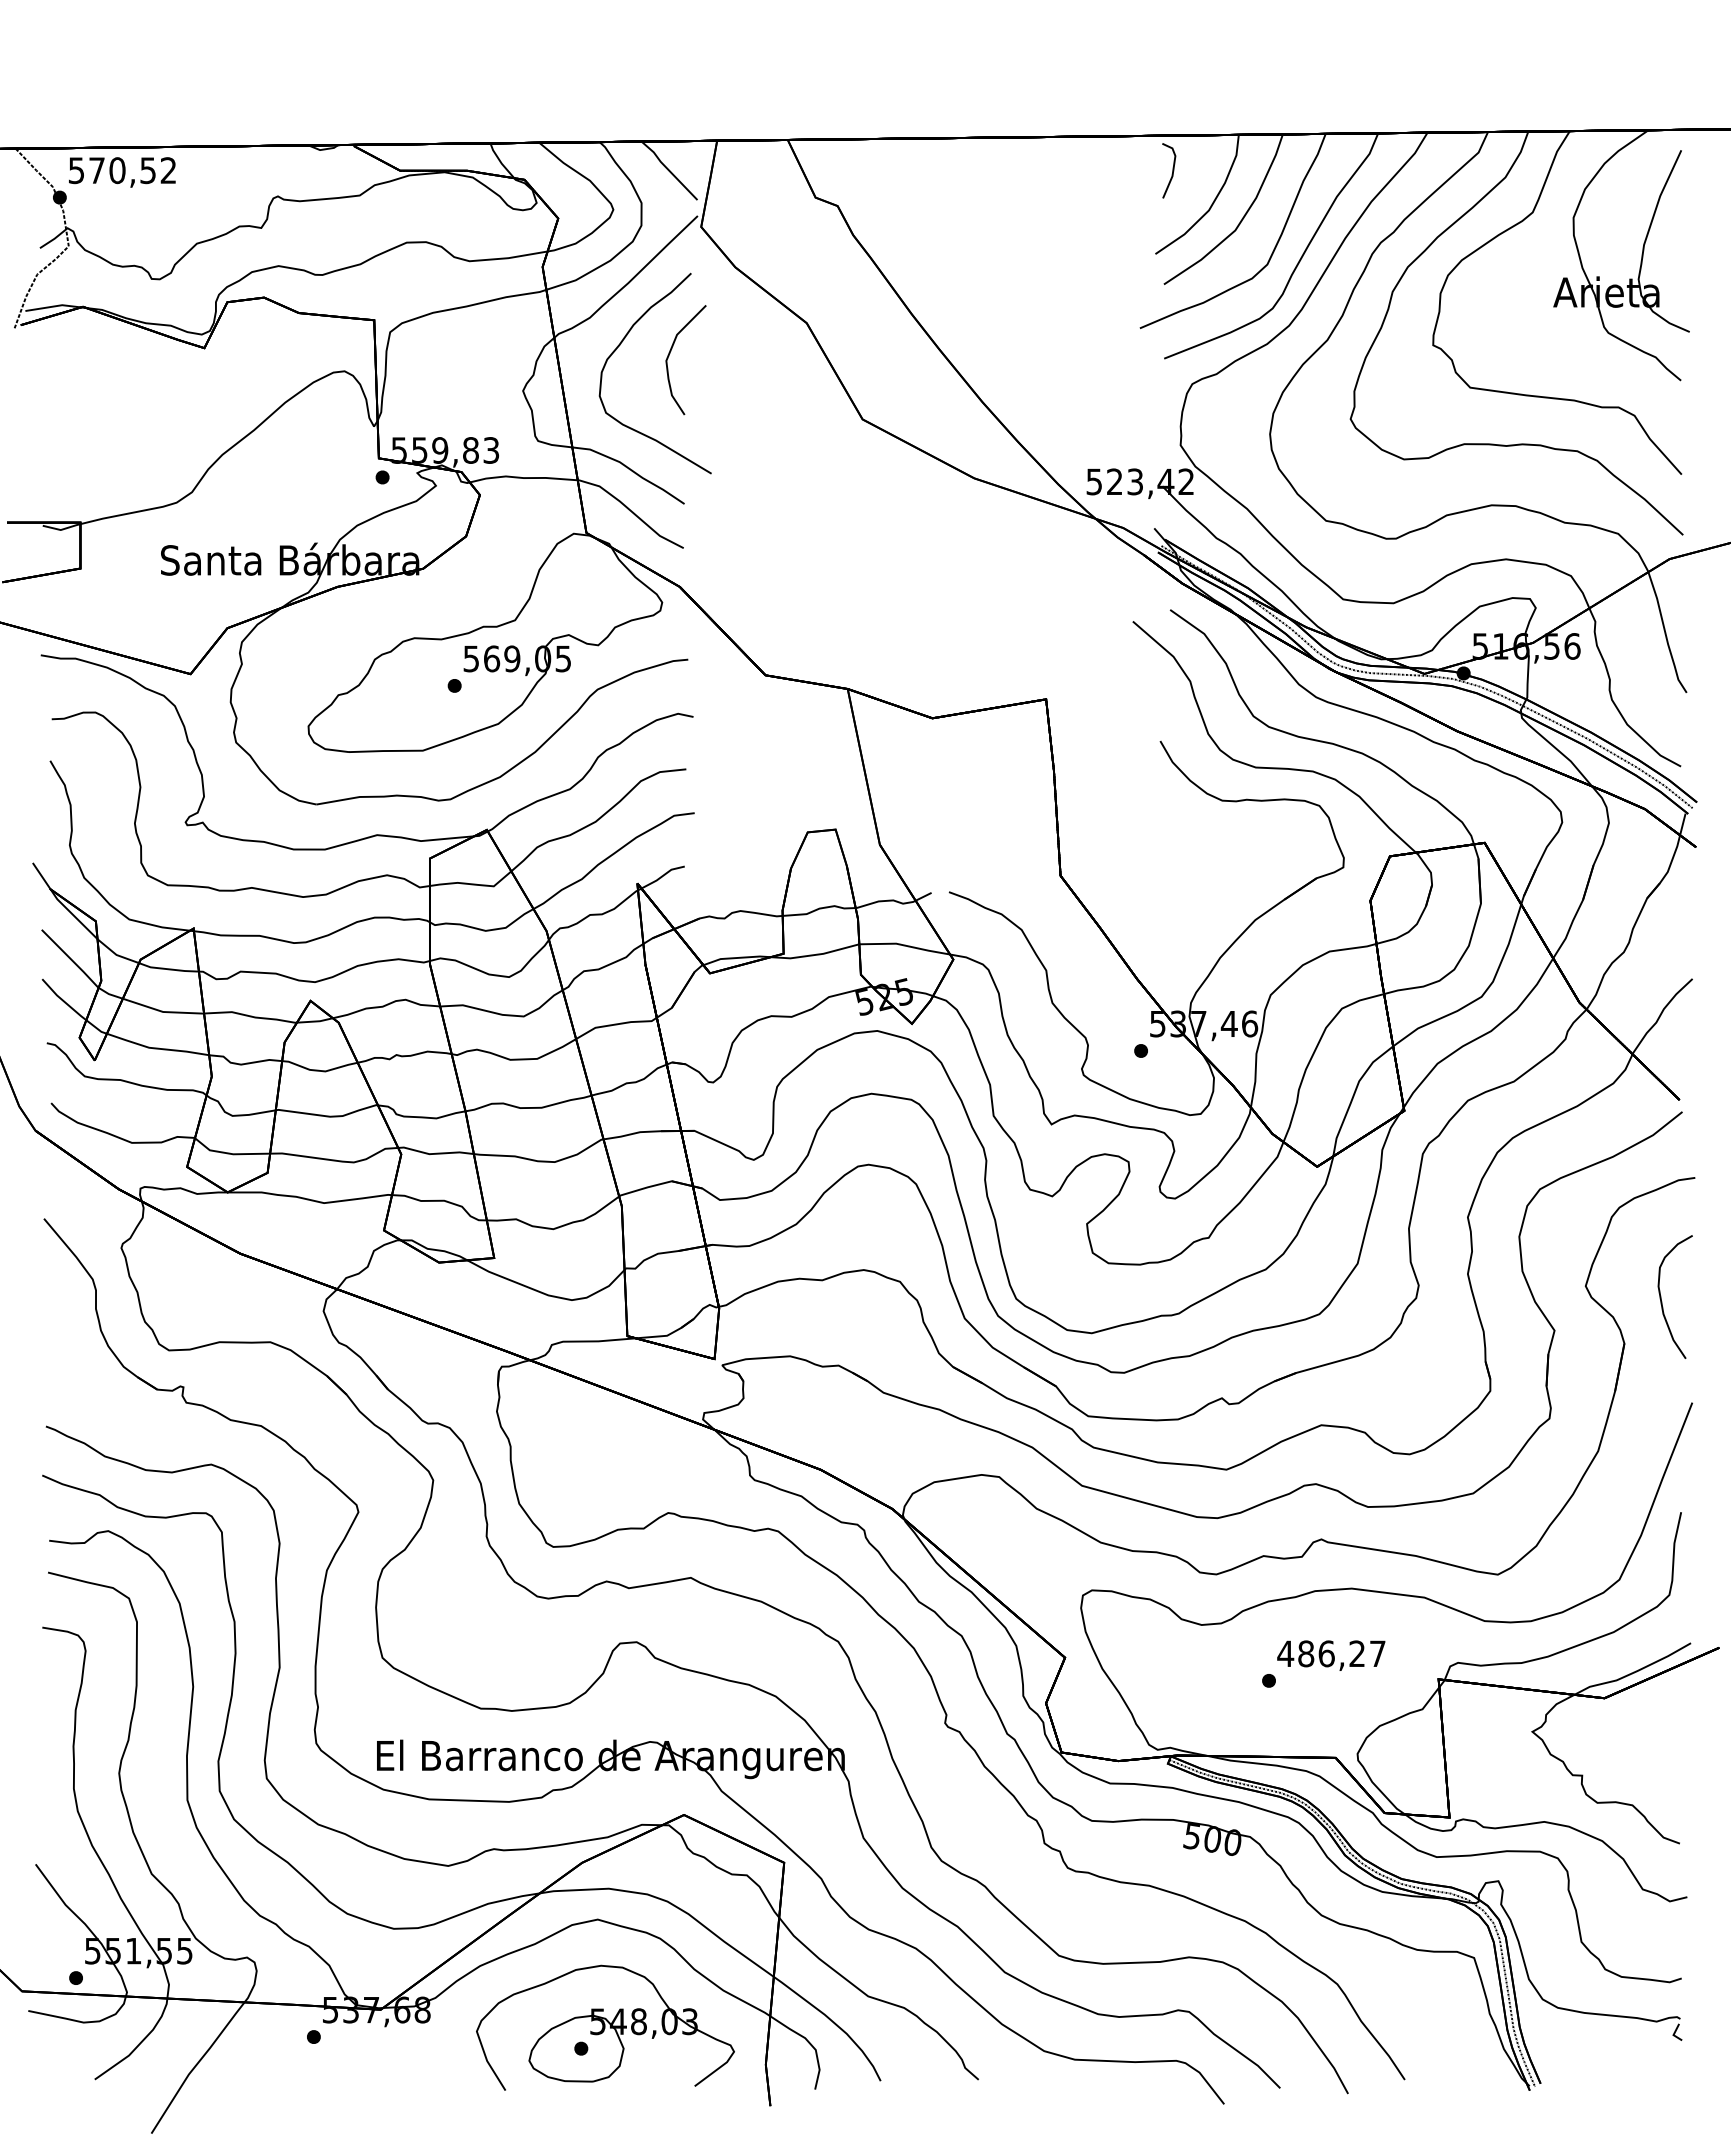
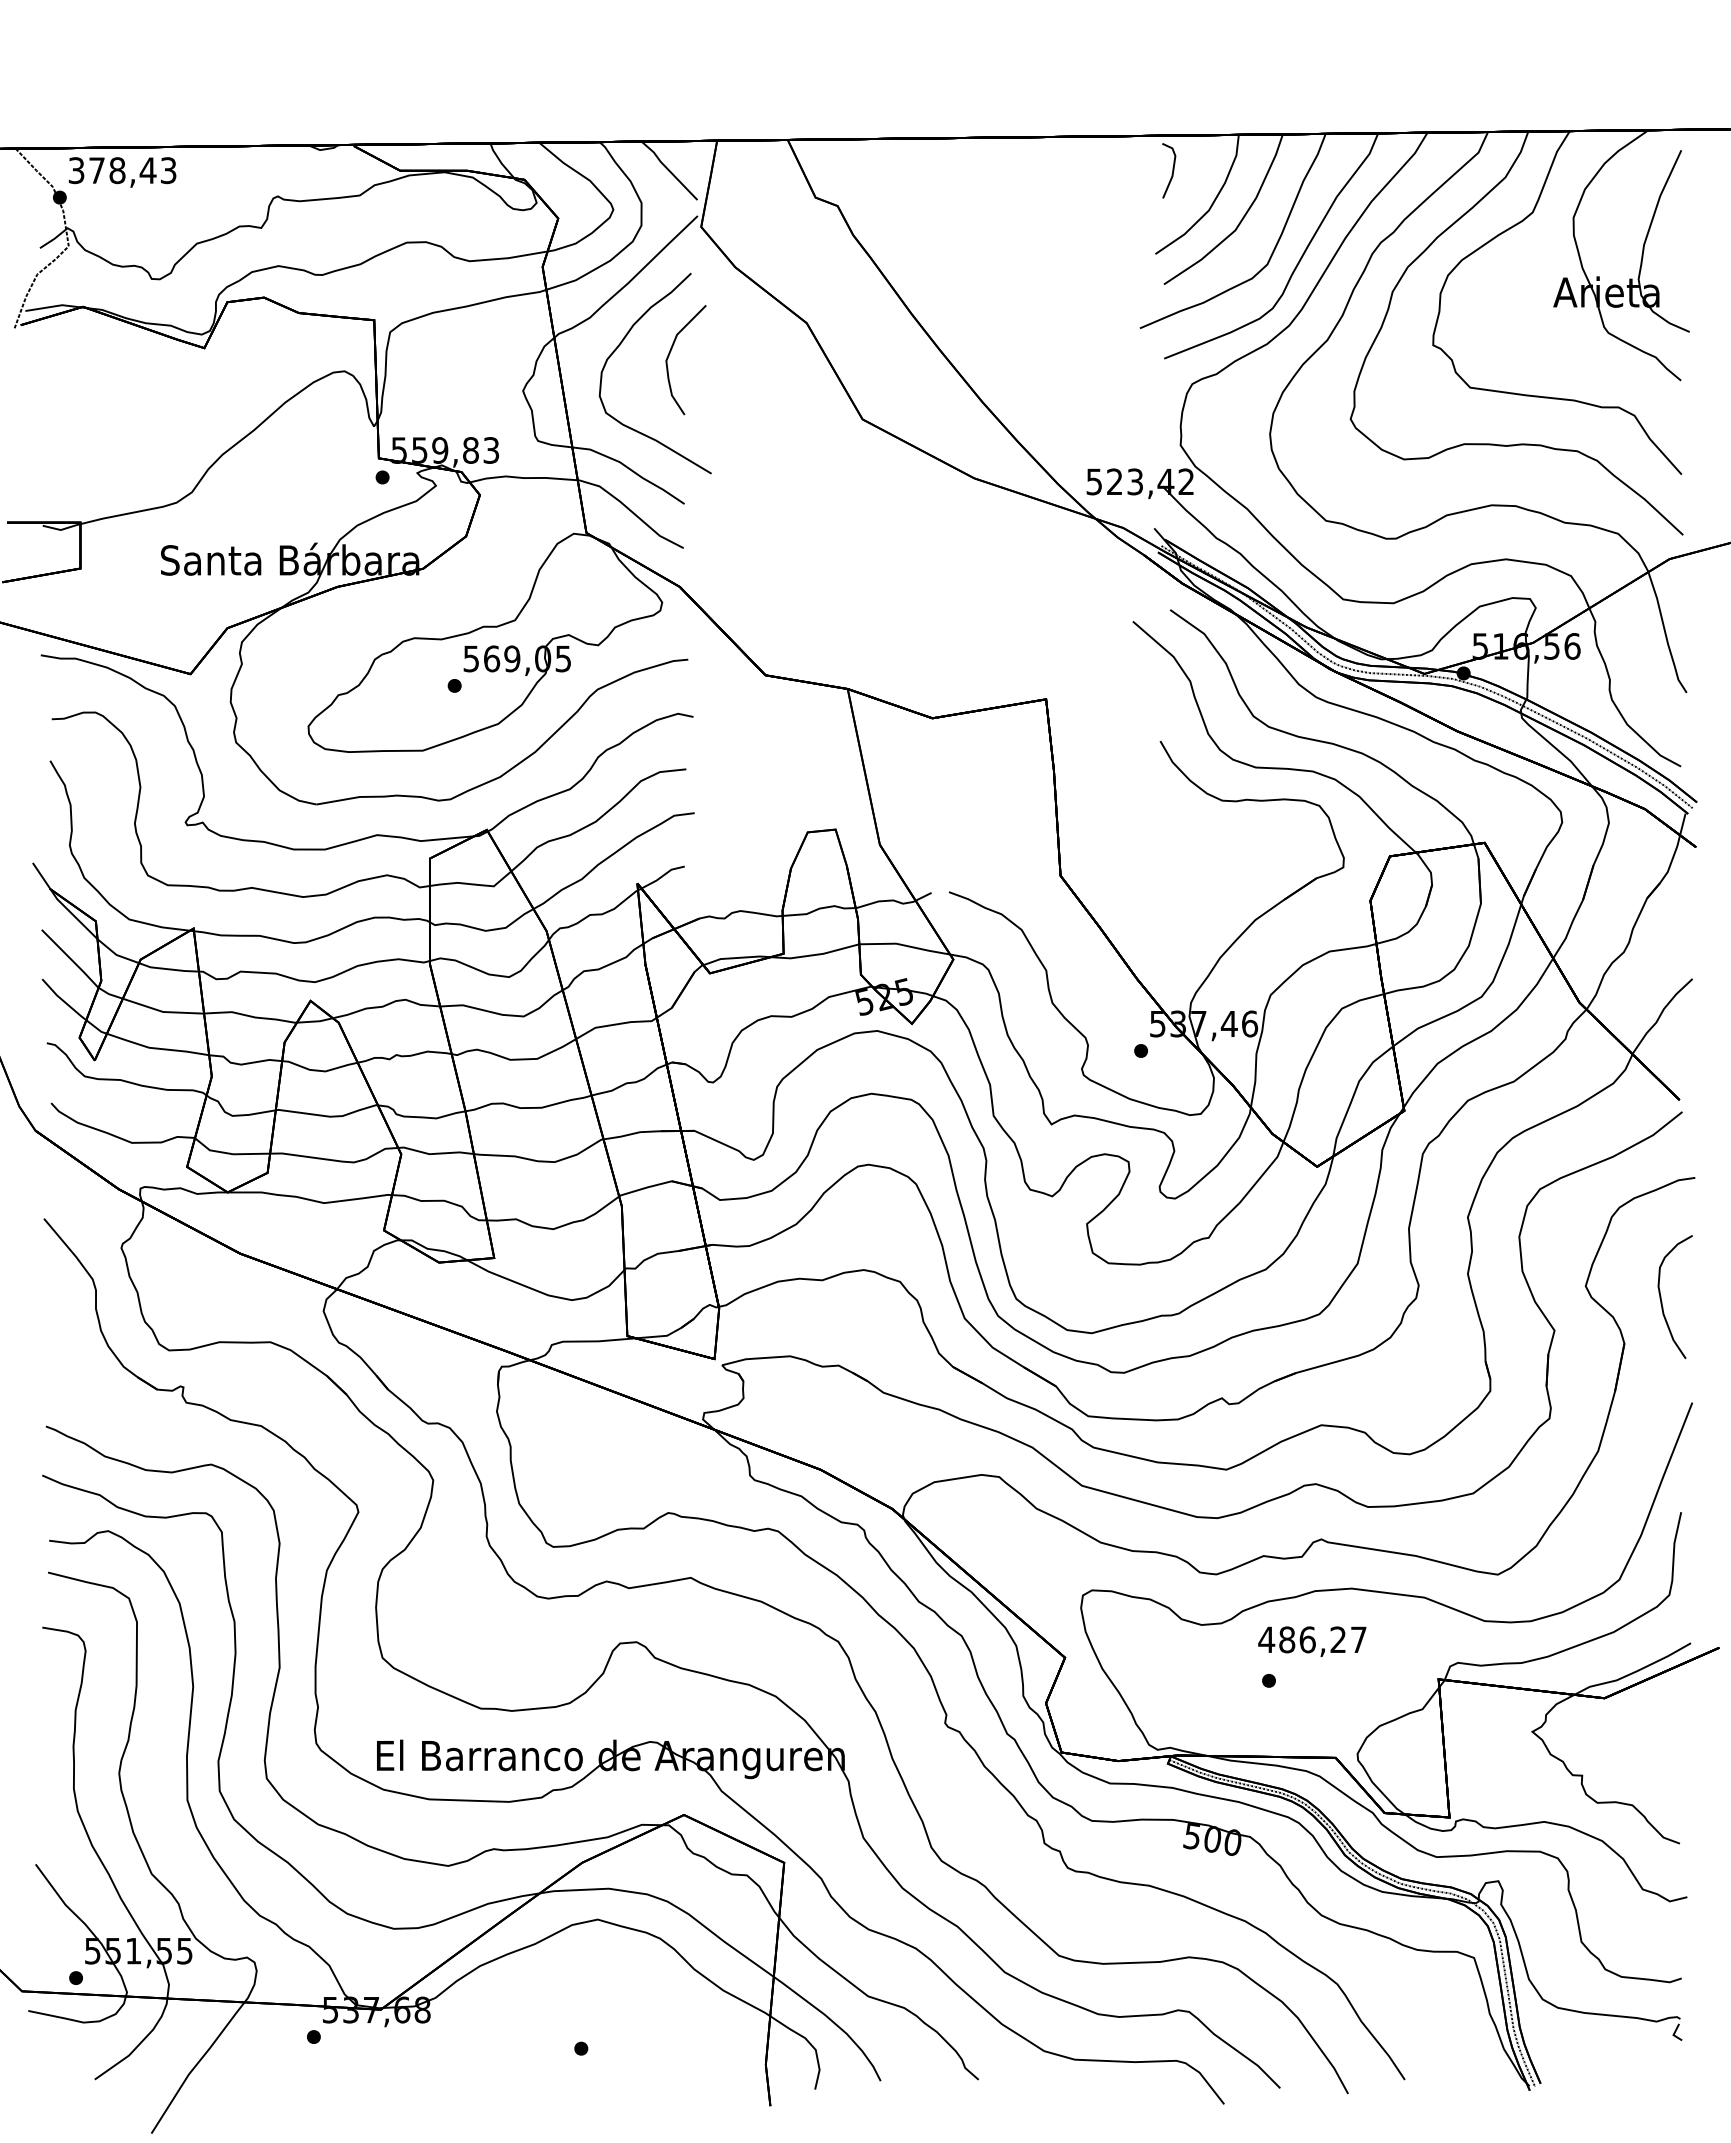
text at (122, 170): 570,52 -> 378,43
text at (1331, 1655) position: (1331, 1655) -> (1312, 1641)
part at (605, 2027): present -> none
